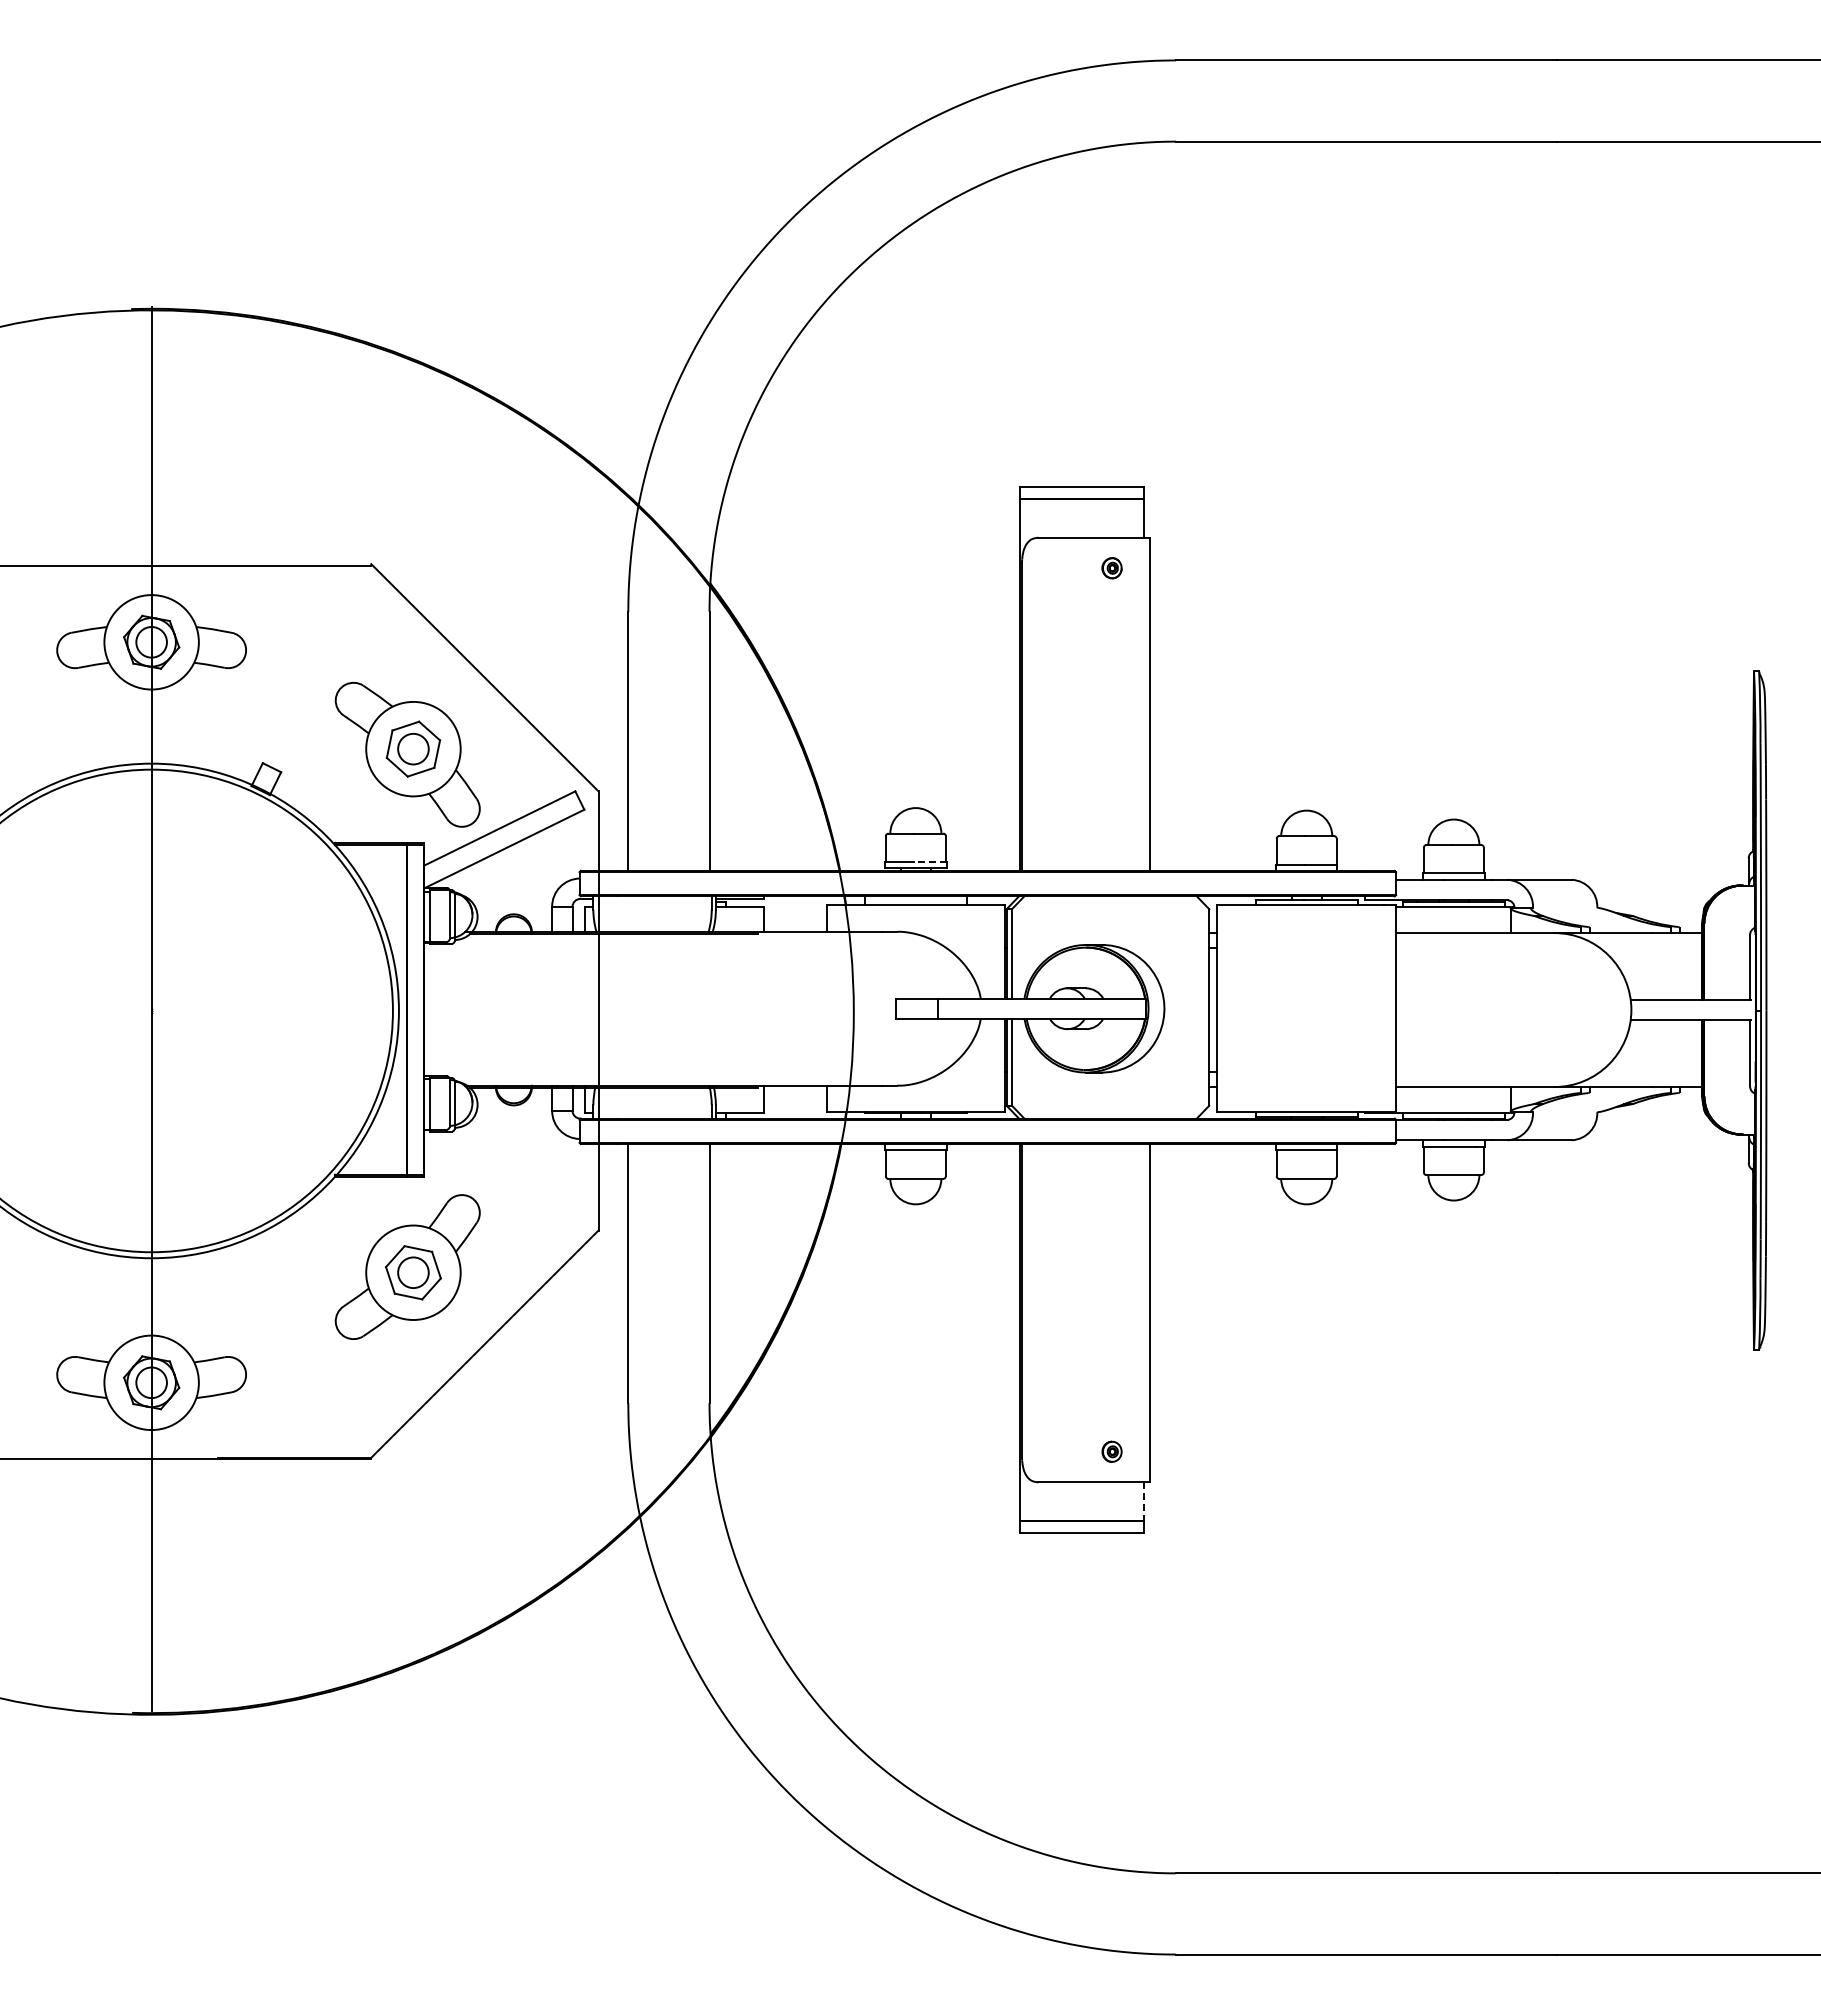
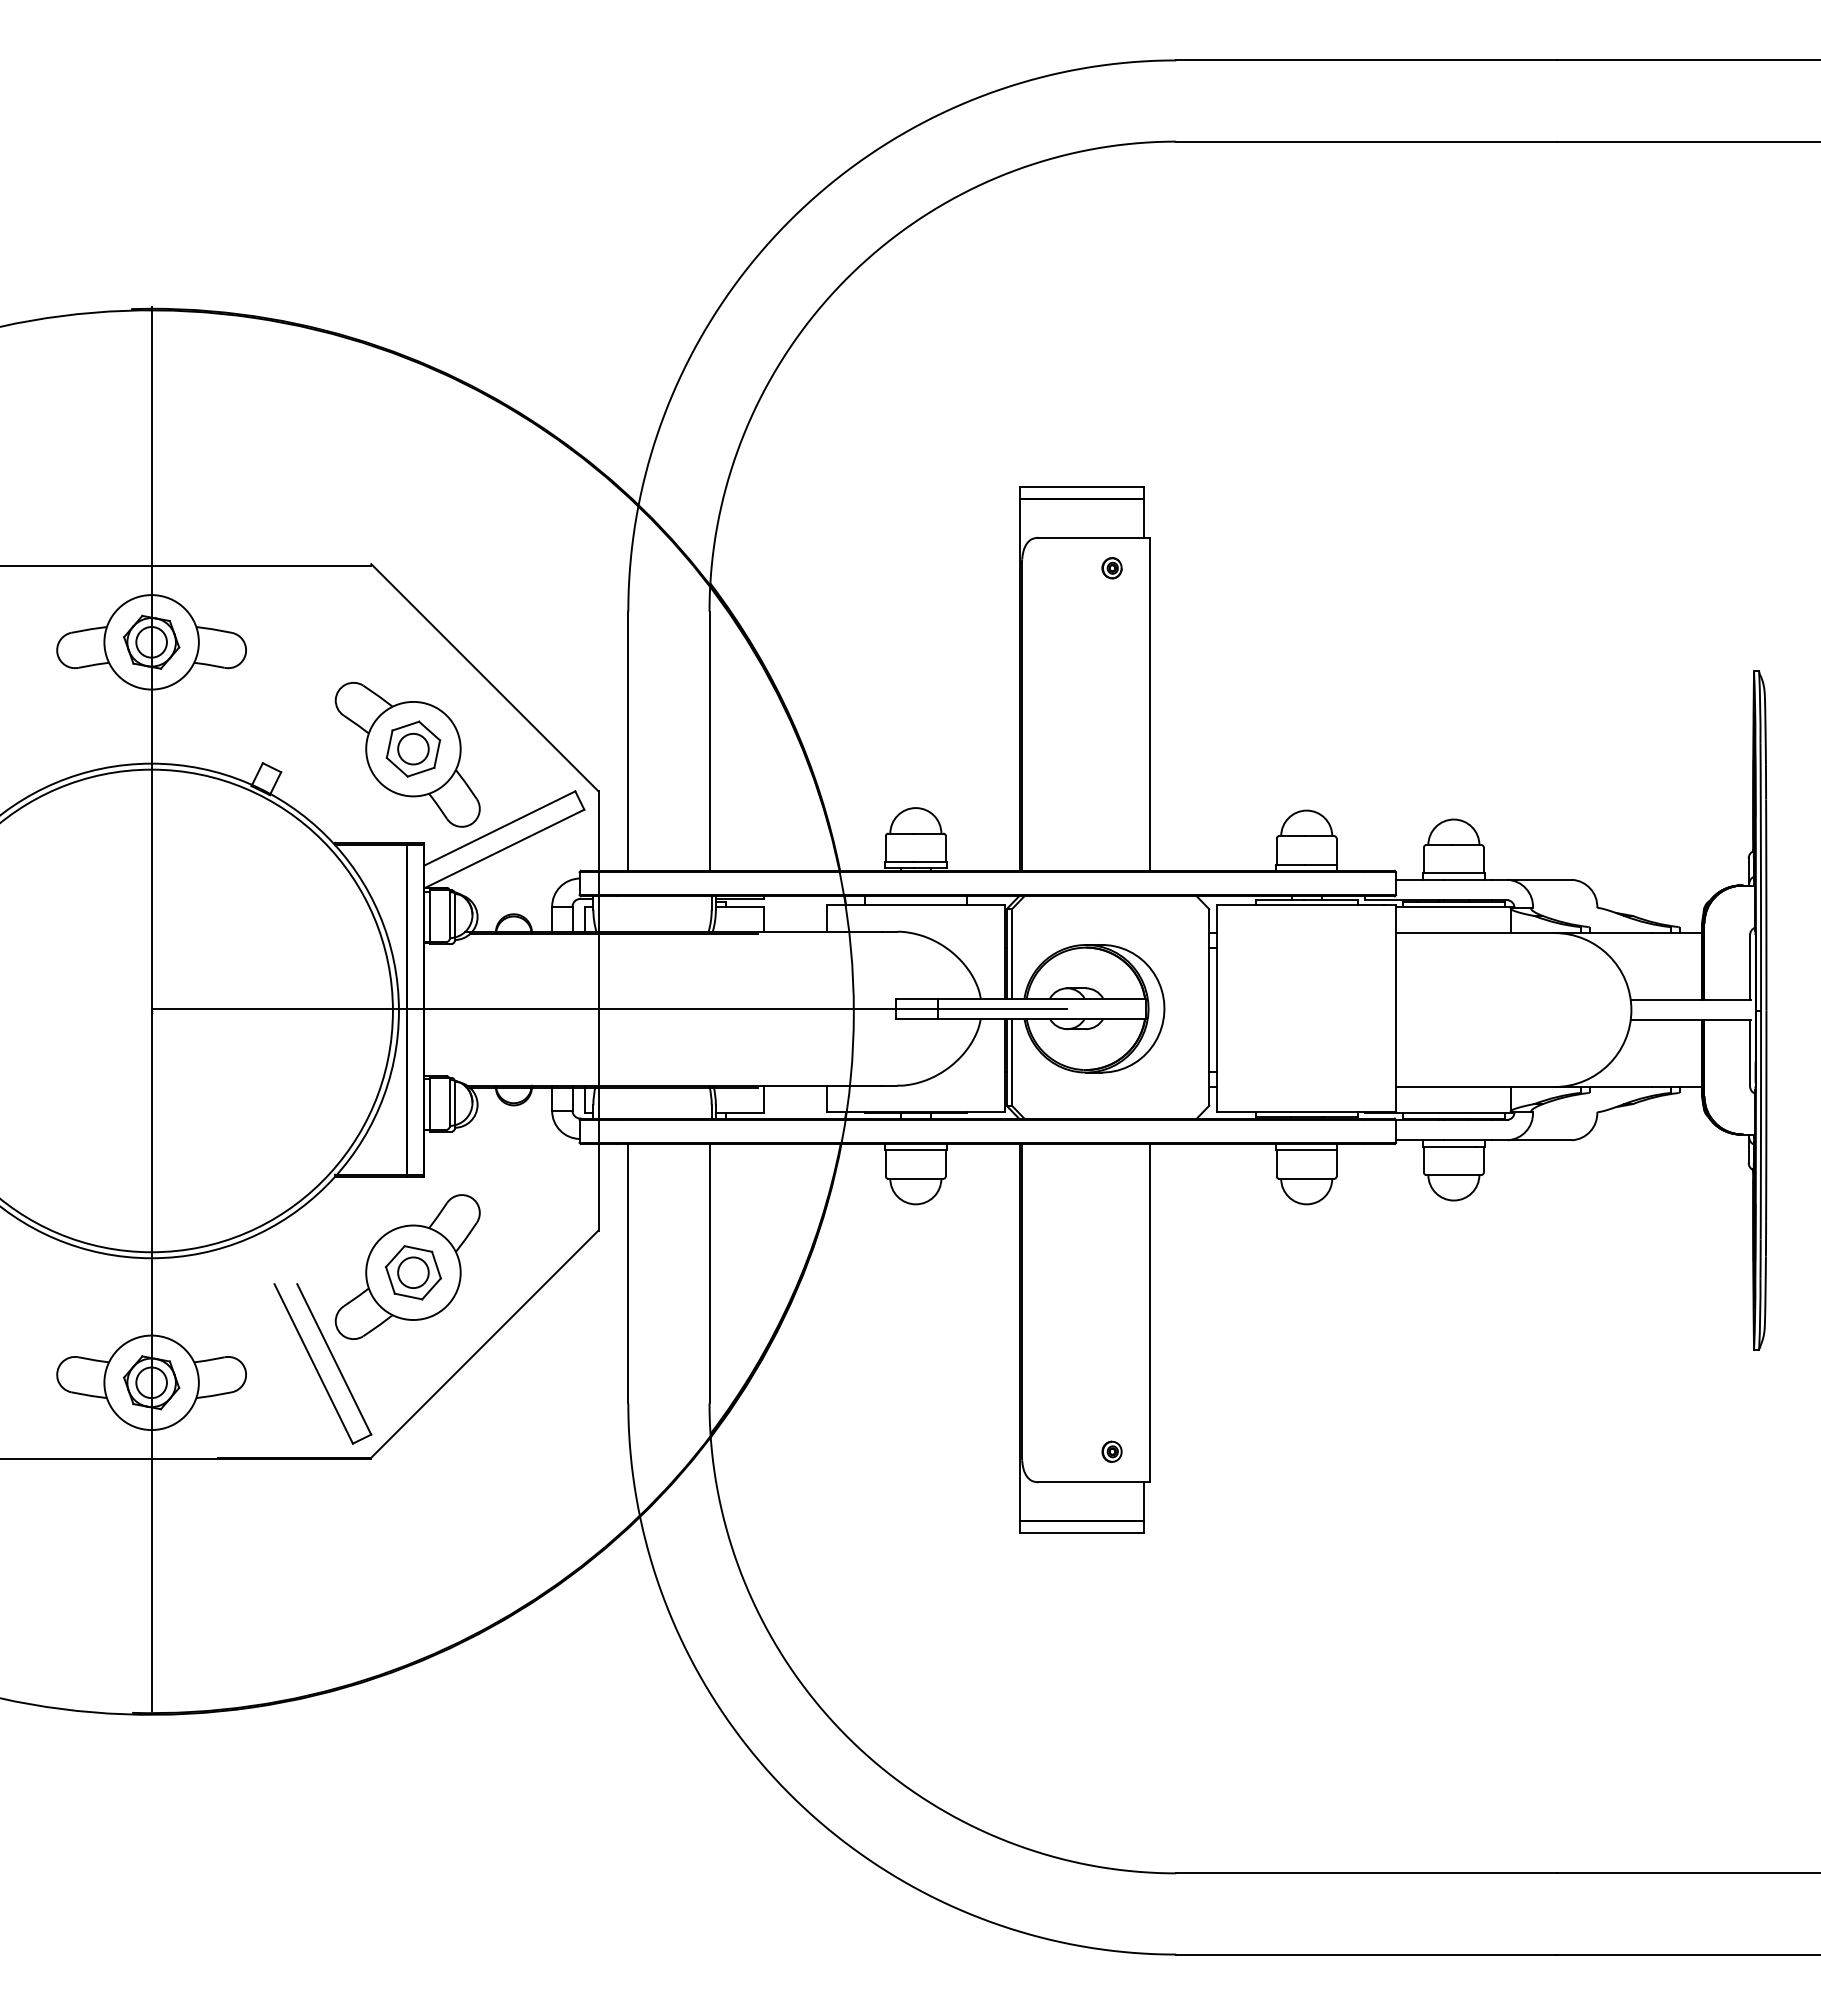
line at (929, 861): dashed -> solid
line at (609, 1009): none -> present
part at (316, 1367): none -> present
line at (1143, 1502): dashed -> solid
